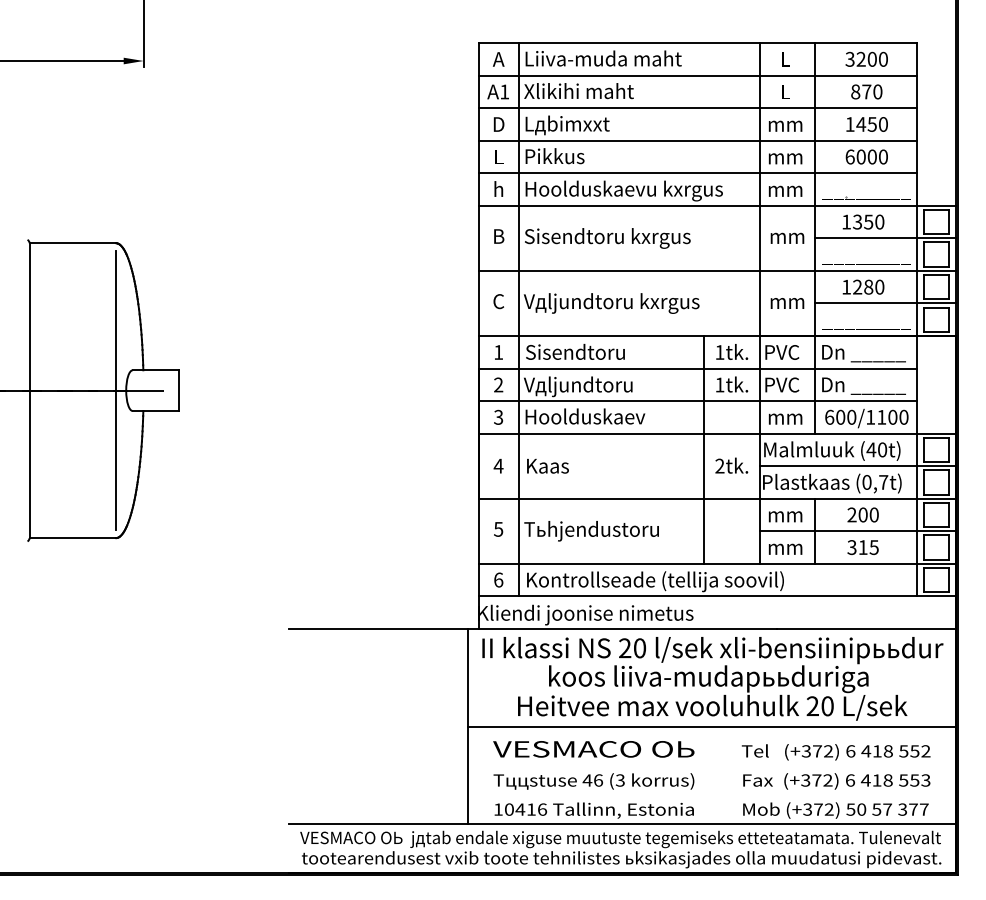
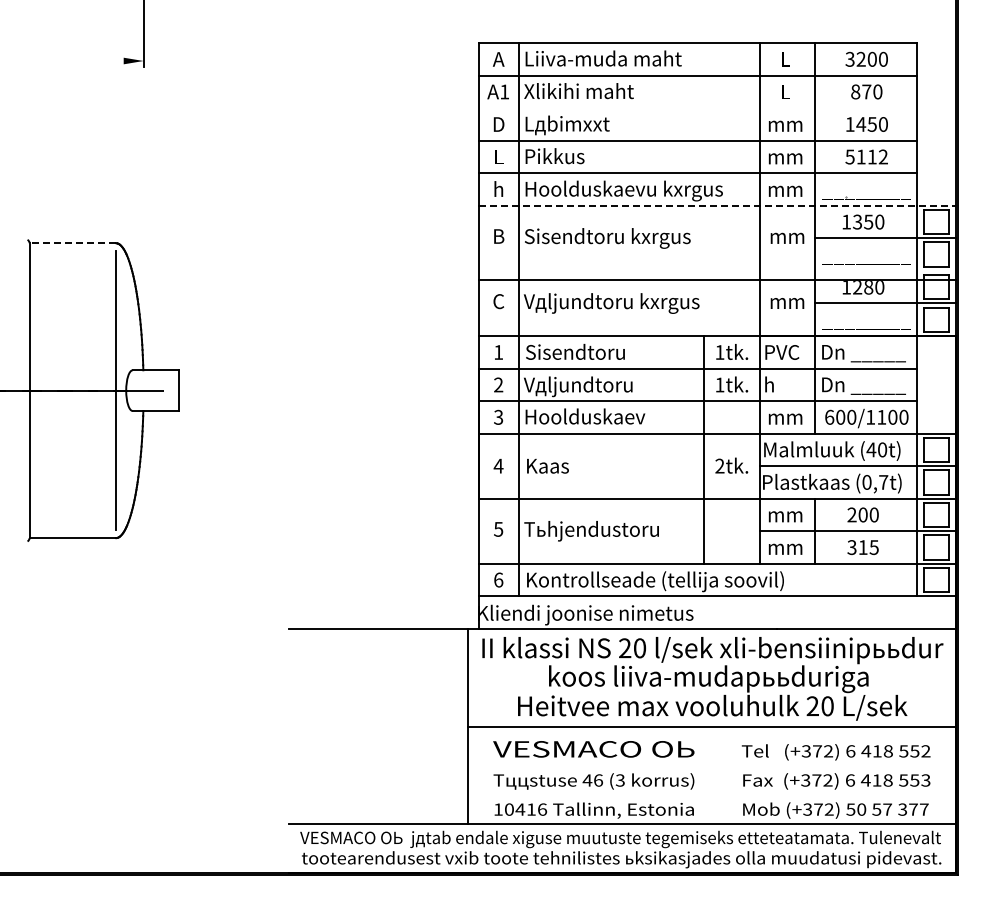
line at (62, 61): present -> none
line at (697, 108): present -> none
text at (866, 156): 6000 -> 5112
line at (717, 205): solid -> dashed
line at (72, 243): solid -> dashed
line at (717, 270) position: (717, 270) -> (717, 279)
text at (782, 384): PVC -> h
